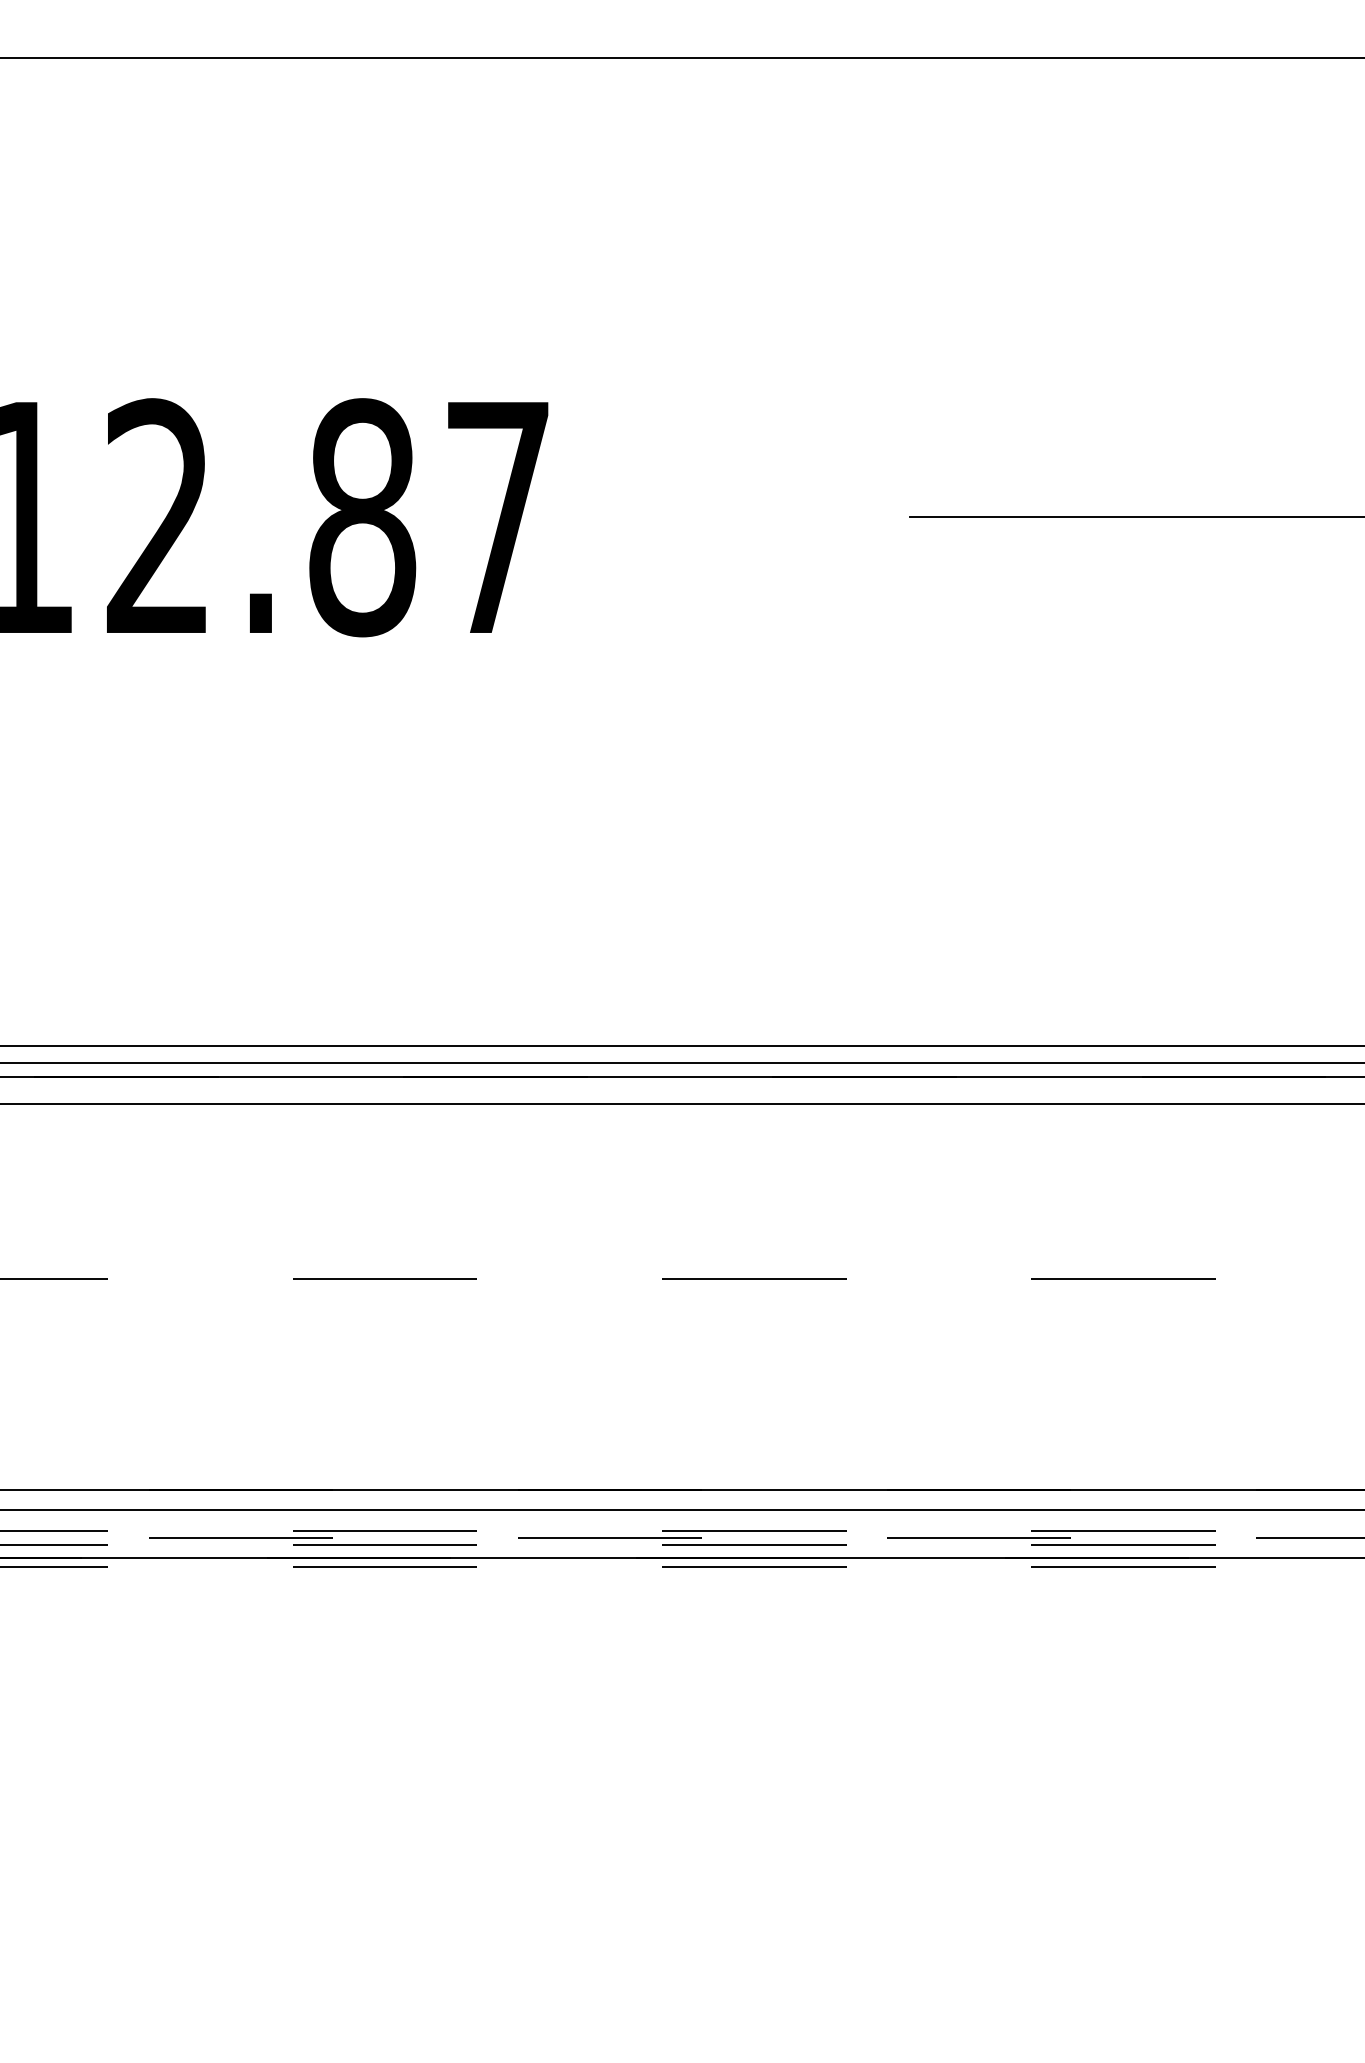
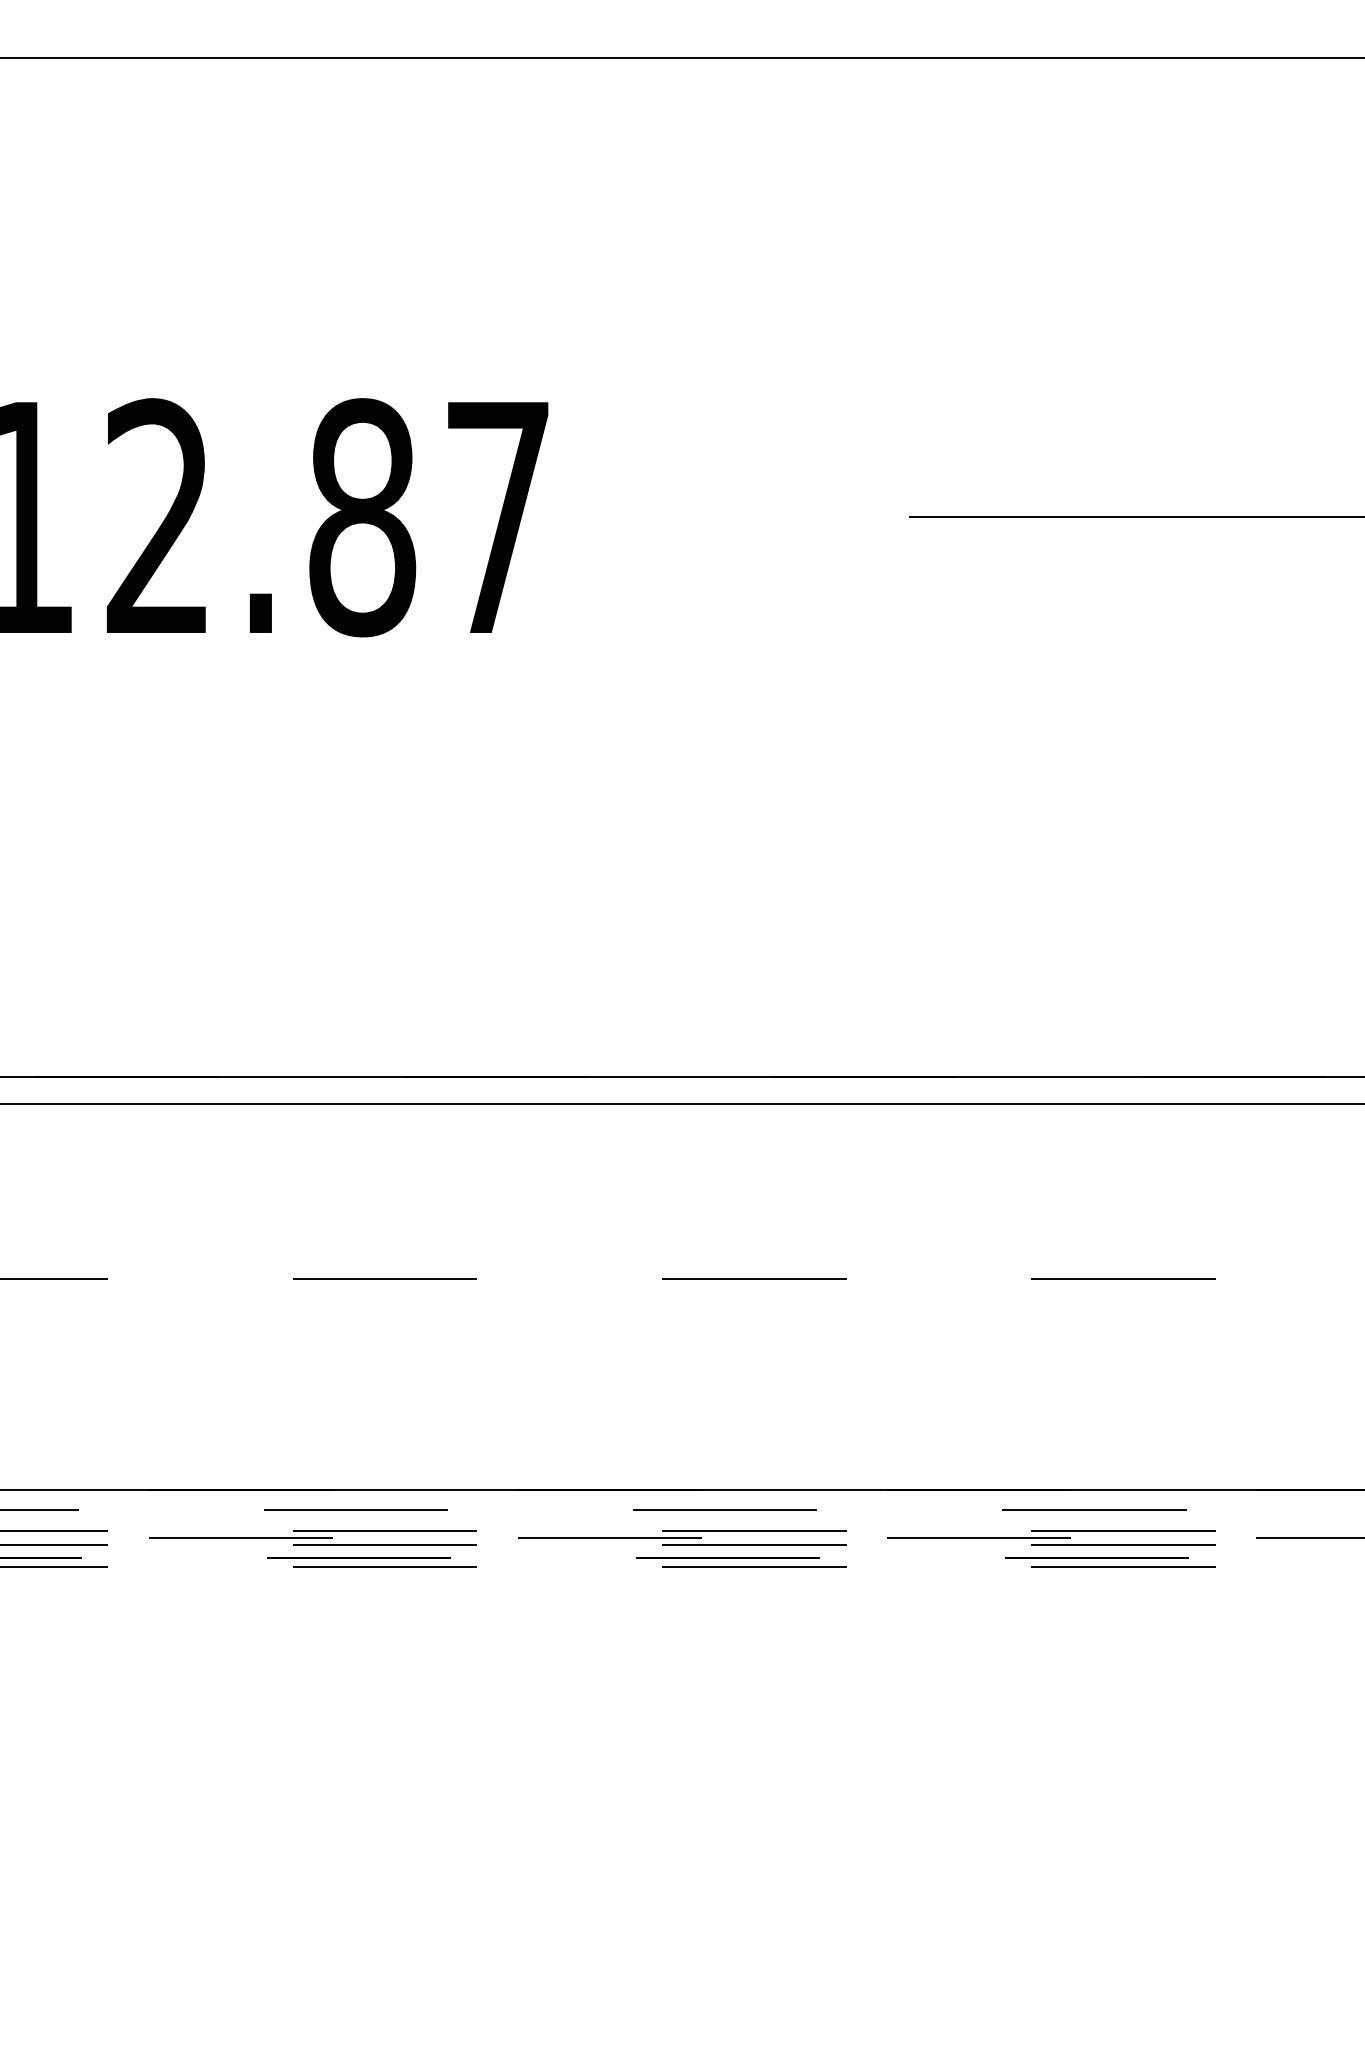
line at (681, 1046): present -> none
line at (681, 1062): present -> none
line at (682, 1510): solid -> dashed
line at (681, 1558): solid -> dashed
